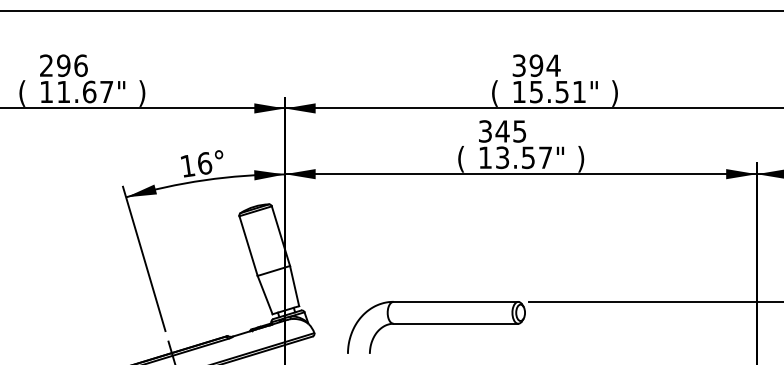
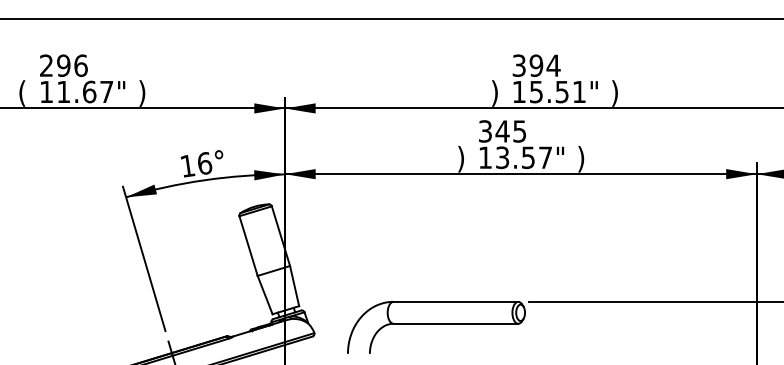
line at (391, 11) position: (391, 11) -> (391, 19)
text at (494, 93): ( -> )
text at (460, 159): ( -> )
